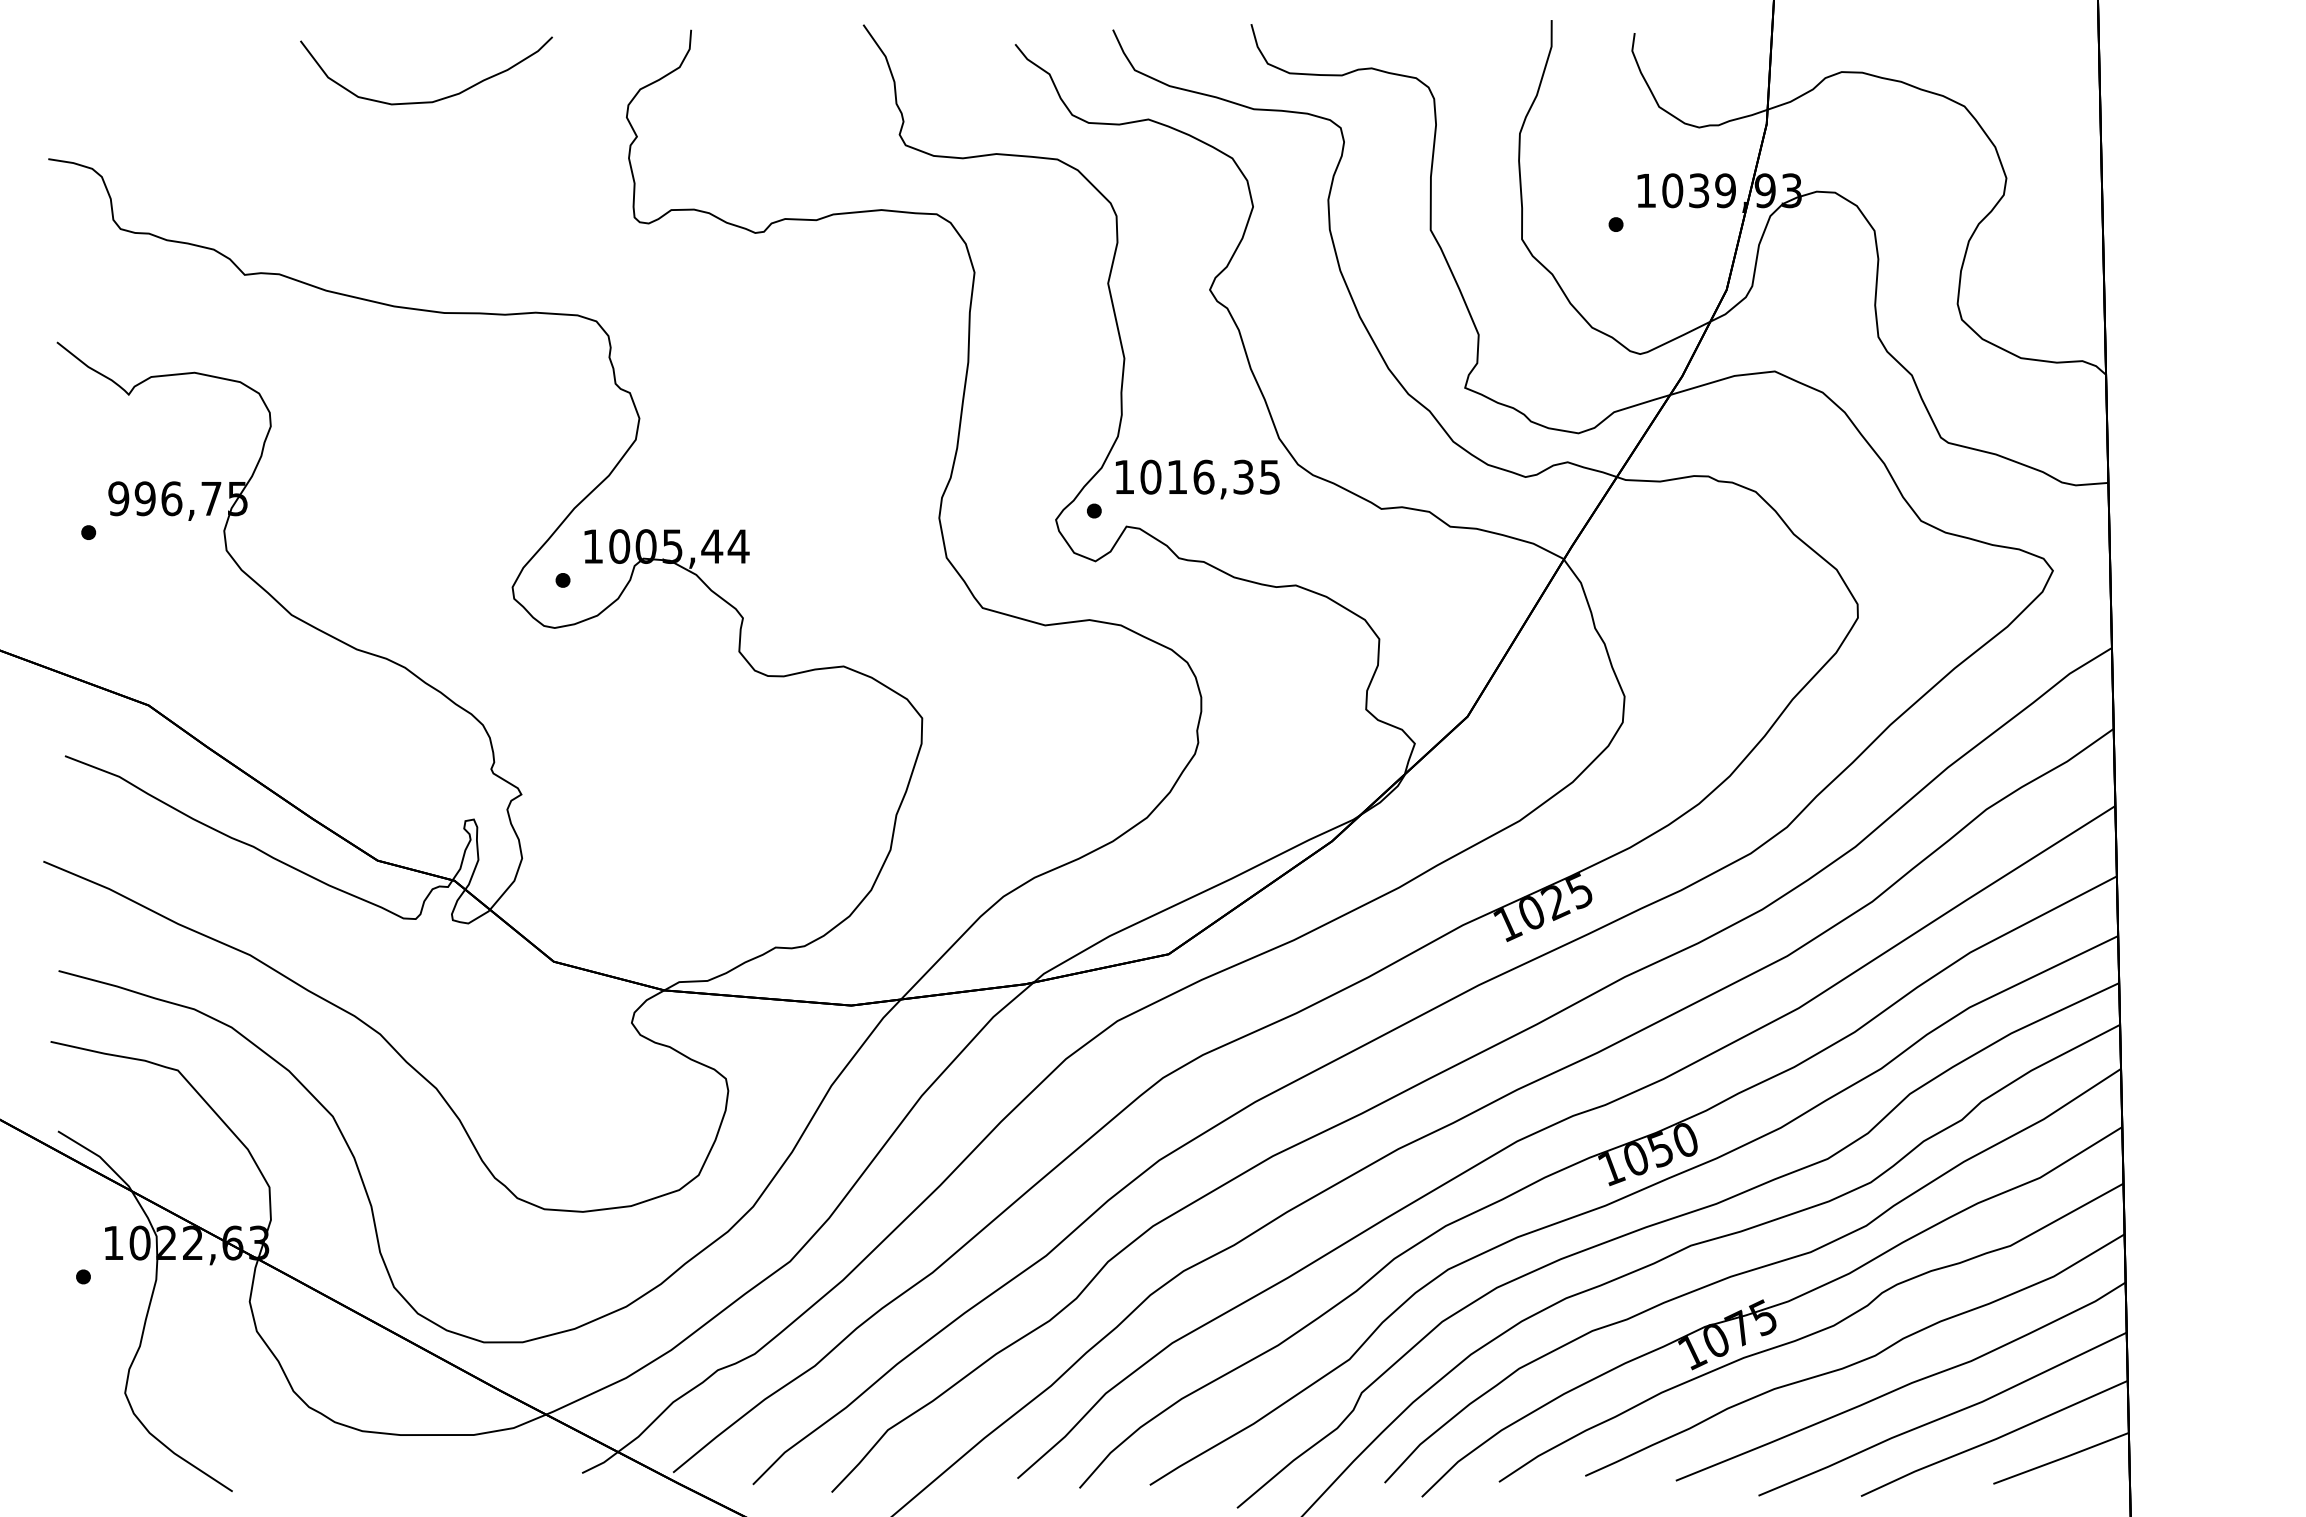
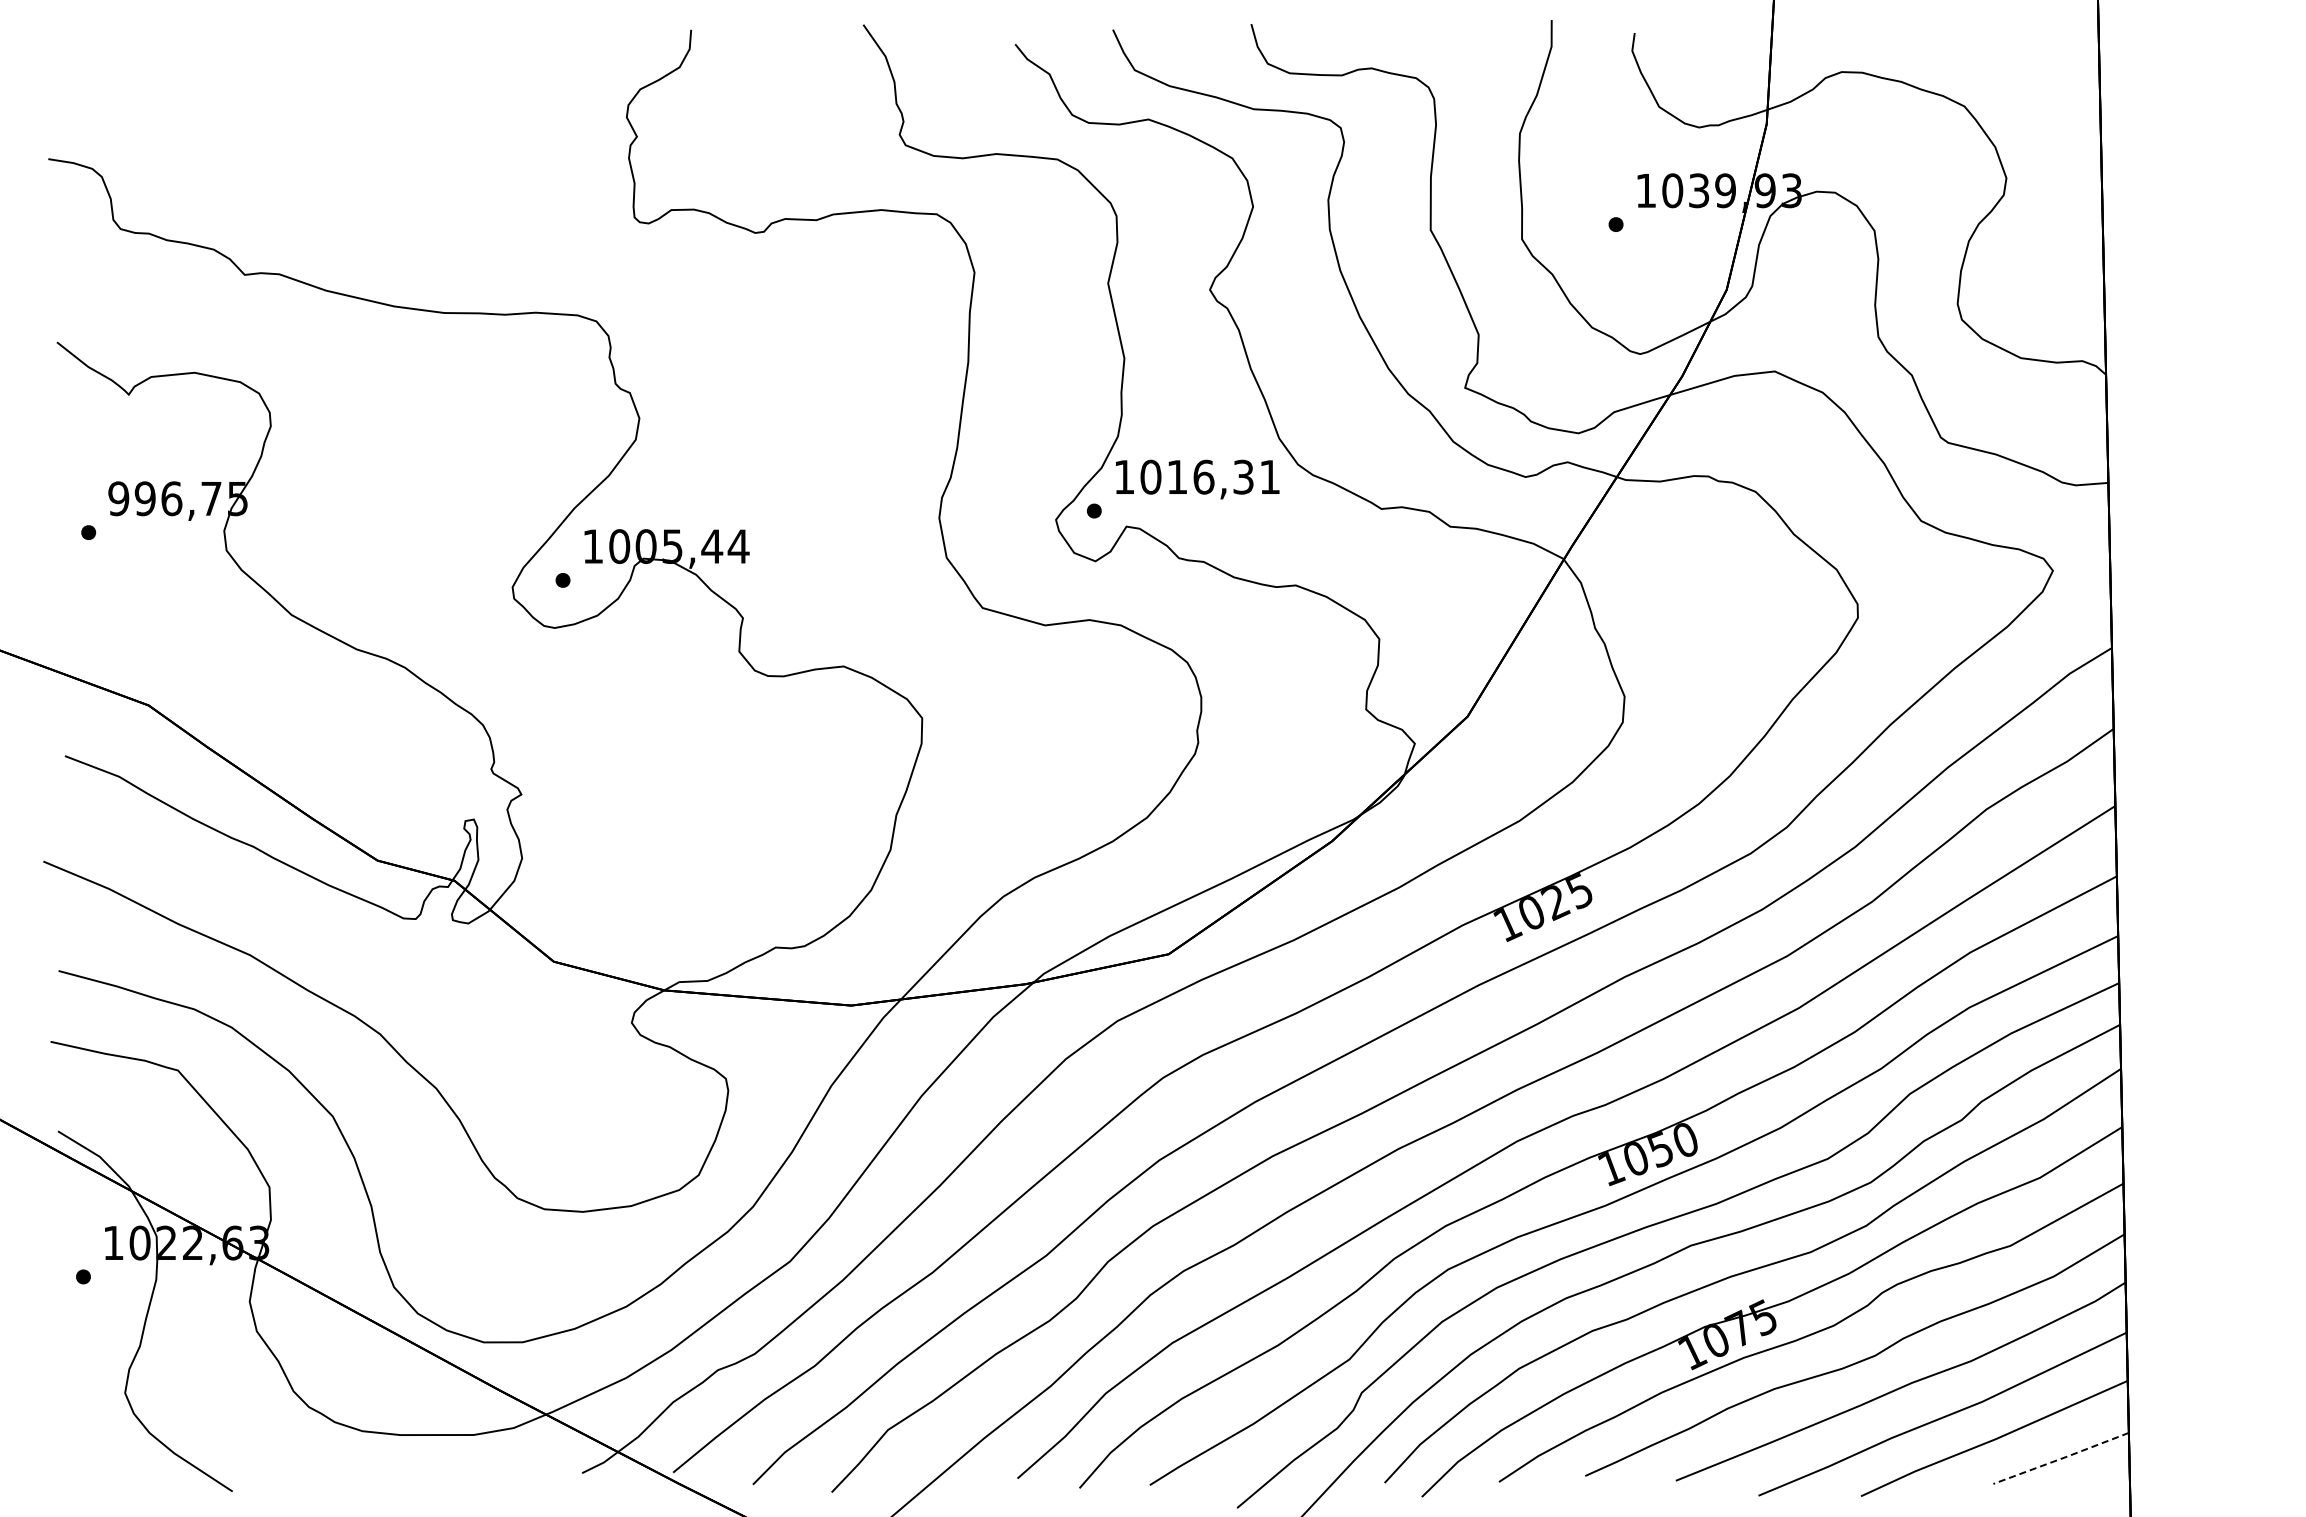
curve at (433, 100): present -> none
text at (1269, 477): 1016,35 -> 1016,31
line at (2061, 1458): solid -> dashed
